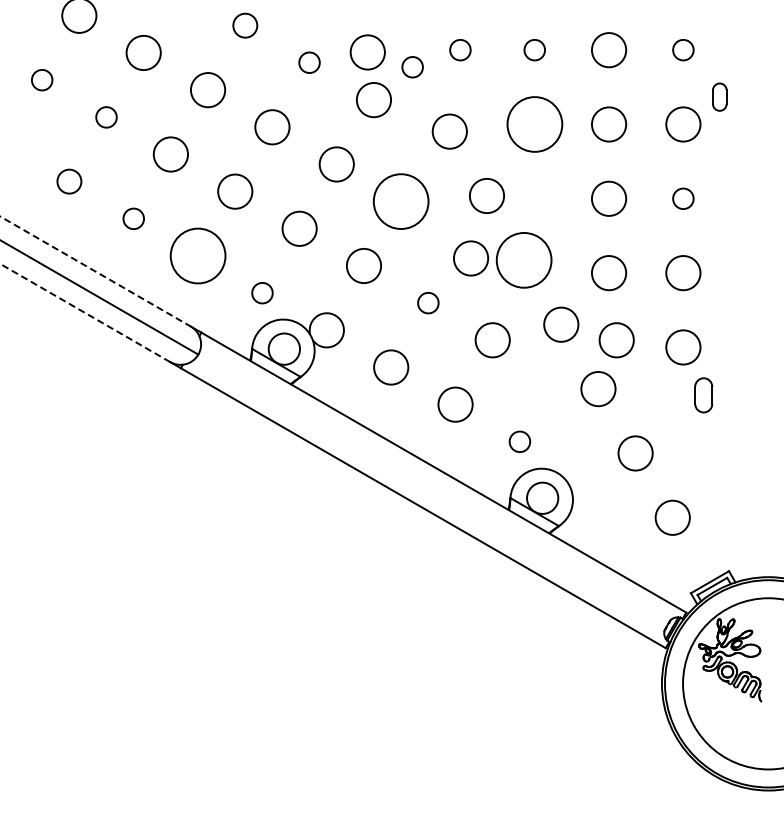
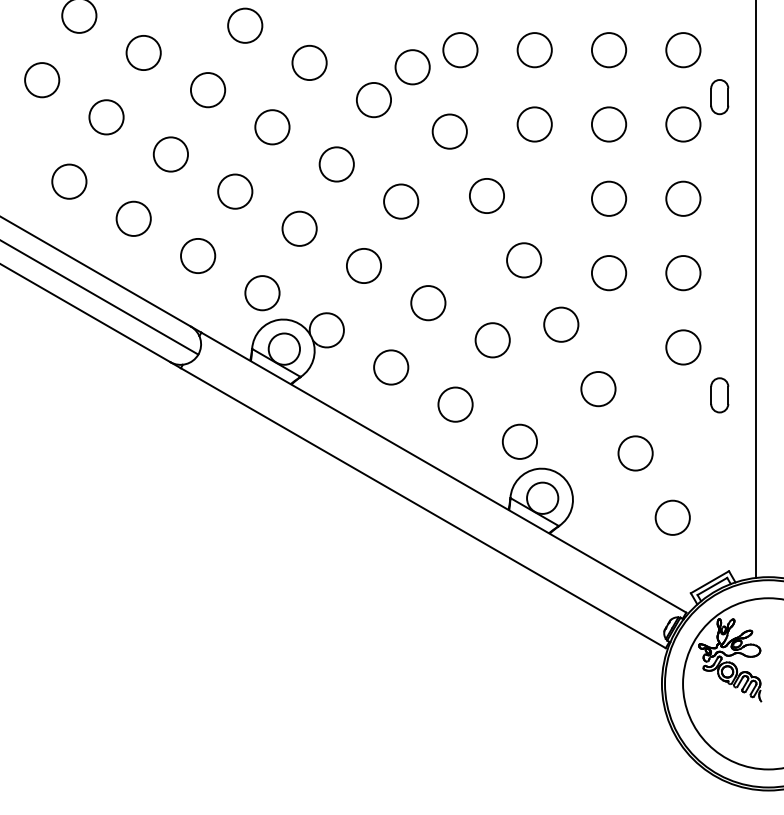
circle at (245, 25) size: 27x27 px -> 37x37 px
circle at (460, 49) diameter: 21 px -> 34 px
circle at (534, 49) diameter: 21 px -> 34 px
circle at (683, 49) diameter: 21 px -> 34 px
circle at (367, 52): present -> none
circle at (309, 62) size: 23x23 px -> 37x37 px
circle at (412, 67) diameter: 21 px -> 34 px
circle at (41, 79) diameter: 21 px -> 34 px
part at (719, 96) size: 16x30 px -> 20x37 px
circle at (106, 117) size: 23x23 px -> 37x37 px
circle at (534, 124) size: 58x57 px -> 37x37 px
circle at (69, 181) size: 27x27 px -> 37x37 px
circle at (683, 198) diameter: 21 px -> 34 px
circle at (400, 201) diameter: 55 px -> 34 px
circle at (133, 218) diameter: 21 px -> 34 px
circle at (197, 255) diameter: 55 px -> 34 px
circle at (471, 258): present -> none
circle at (523, 259) diameter: 55 px -> 34 px
line at (95, 271): dashed -> solid
line at (756, 289): none -> present
circle at (262, 292) diameter: 21 px -> 34 px
circle at (428, 302) diameter: 21 px -> 34 px
line at (85, 313): dashed -> solid
circle at (616, 340): present -> none
part at (703, 395) position: (703, 395) -> (719, 395)
circle at (519, 441) diameter: 21 px -> 34 px
